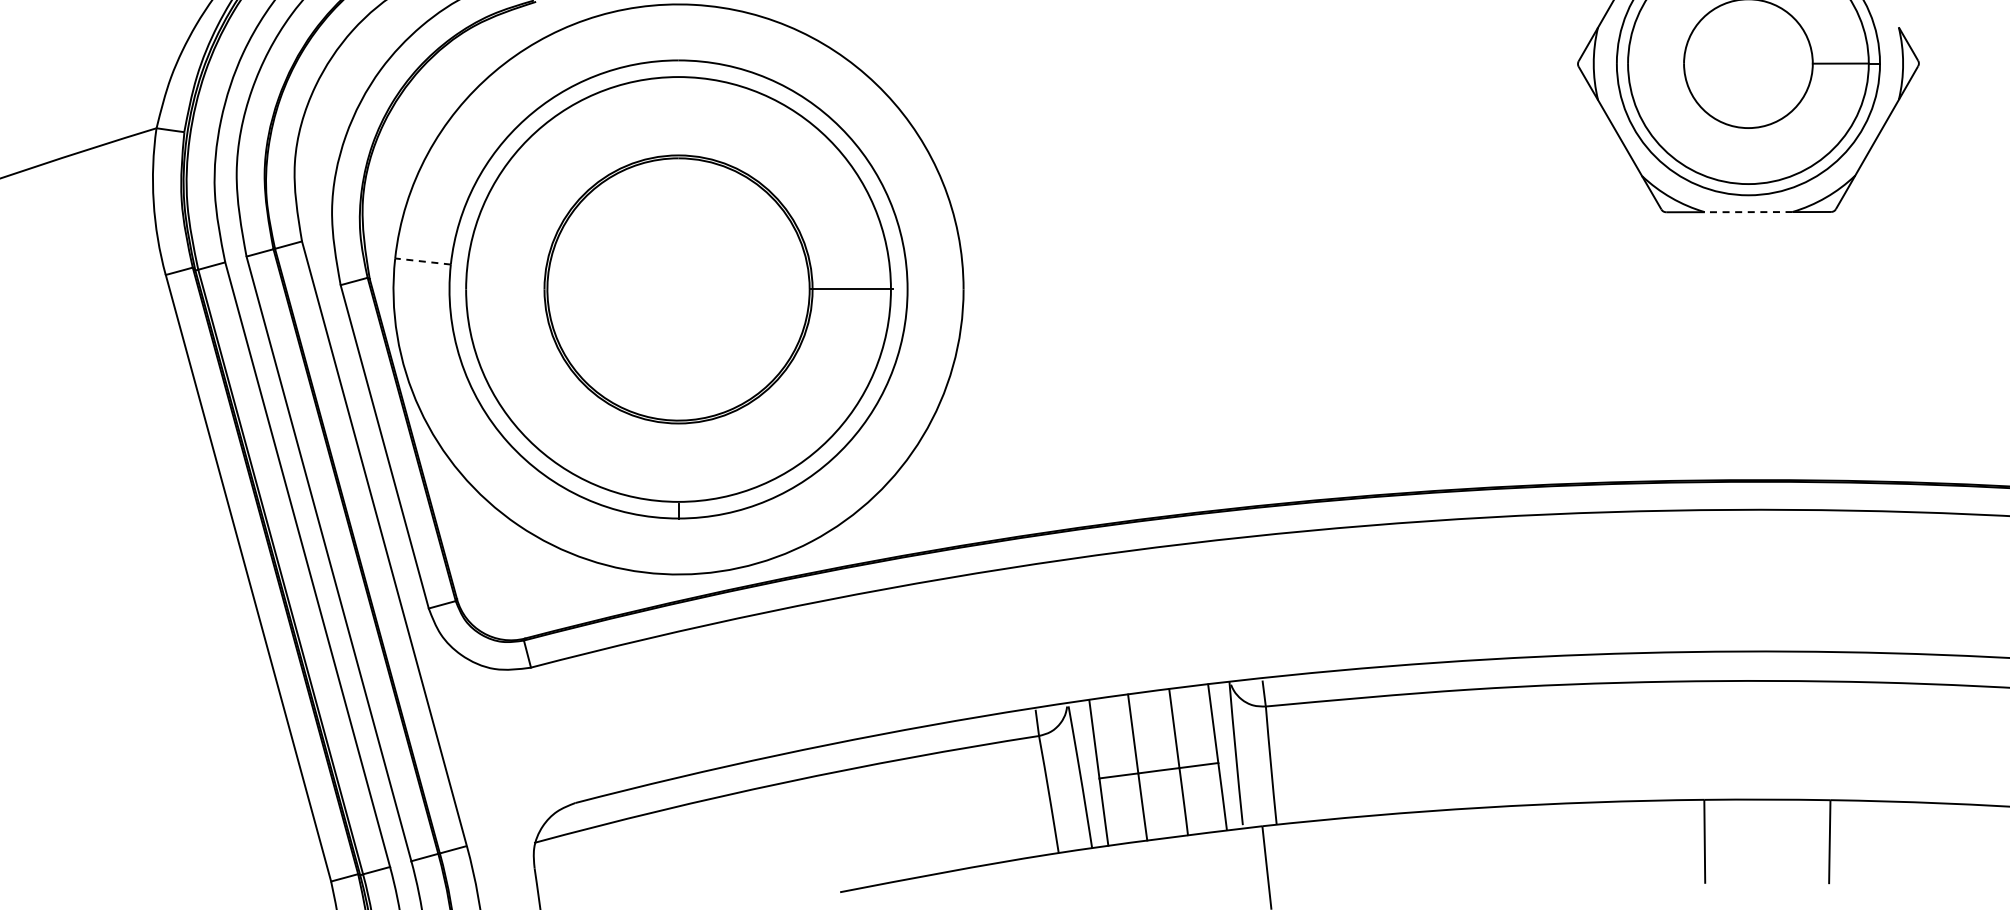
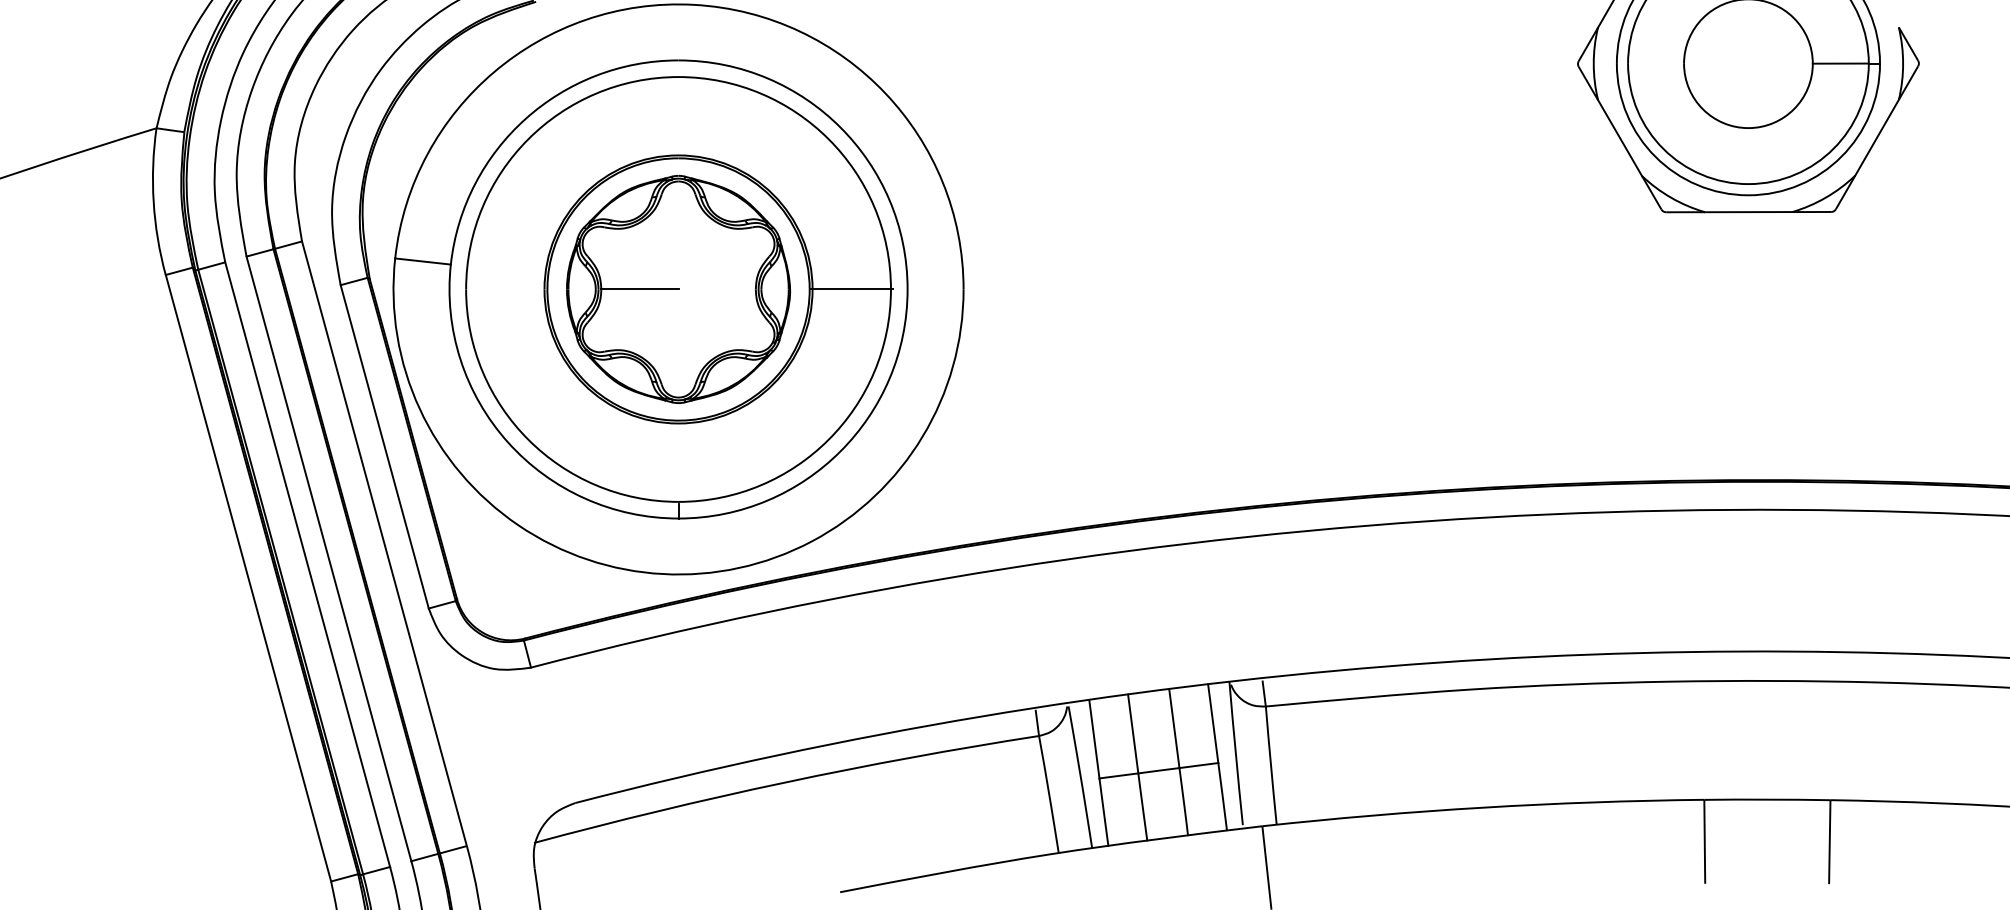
line at (1748, 212): dashed -> solid
line at (423, 261): dashed -> solid
part at (678, 288): none -> present
